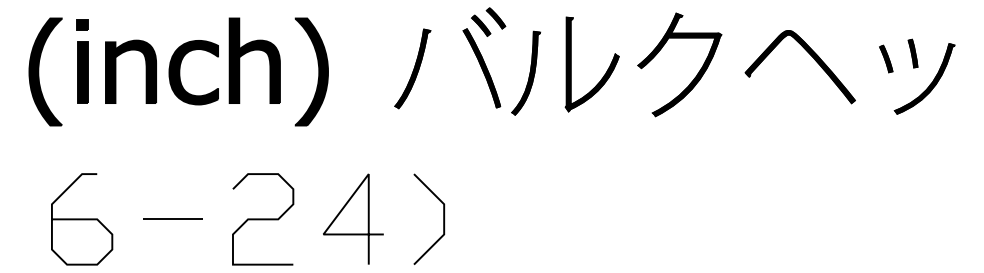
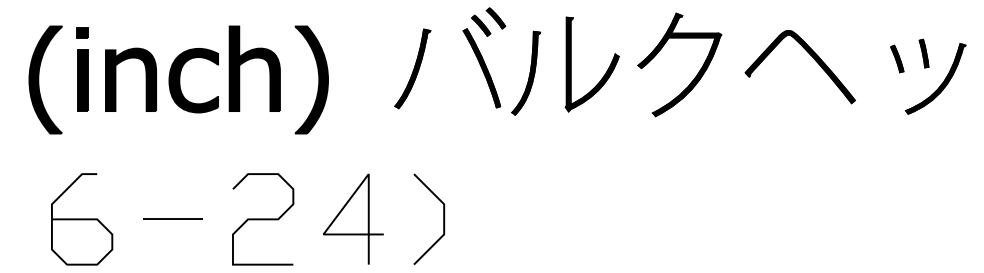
part at (915, 68) position: (915, 68) -> (926, 68)
part at (178, 71) position: (178, 71) -> (178, 79)
